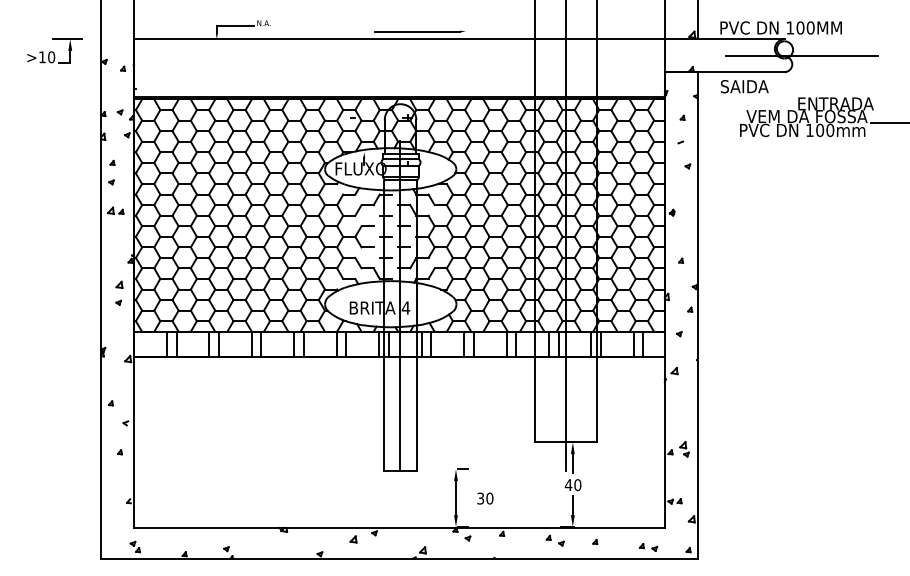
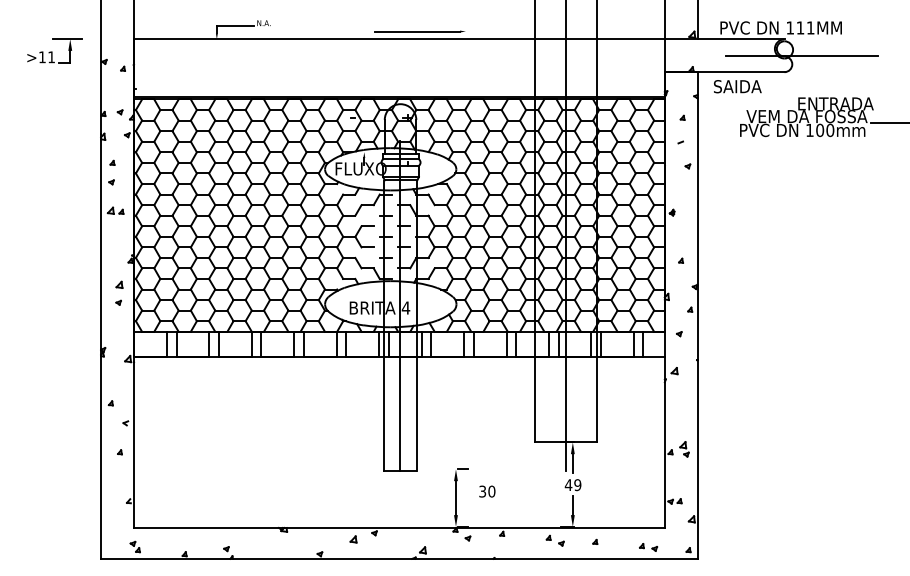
text at (805, 27): 100MM -> 111MM
text at (51, 57): >10 -> >11
text at (744, 86) position: (744, 86) -> (737, 86)
text at (577, 485): 40 -> 49
text at (485, 498) position: (485, 498) -> (487, 491)
